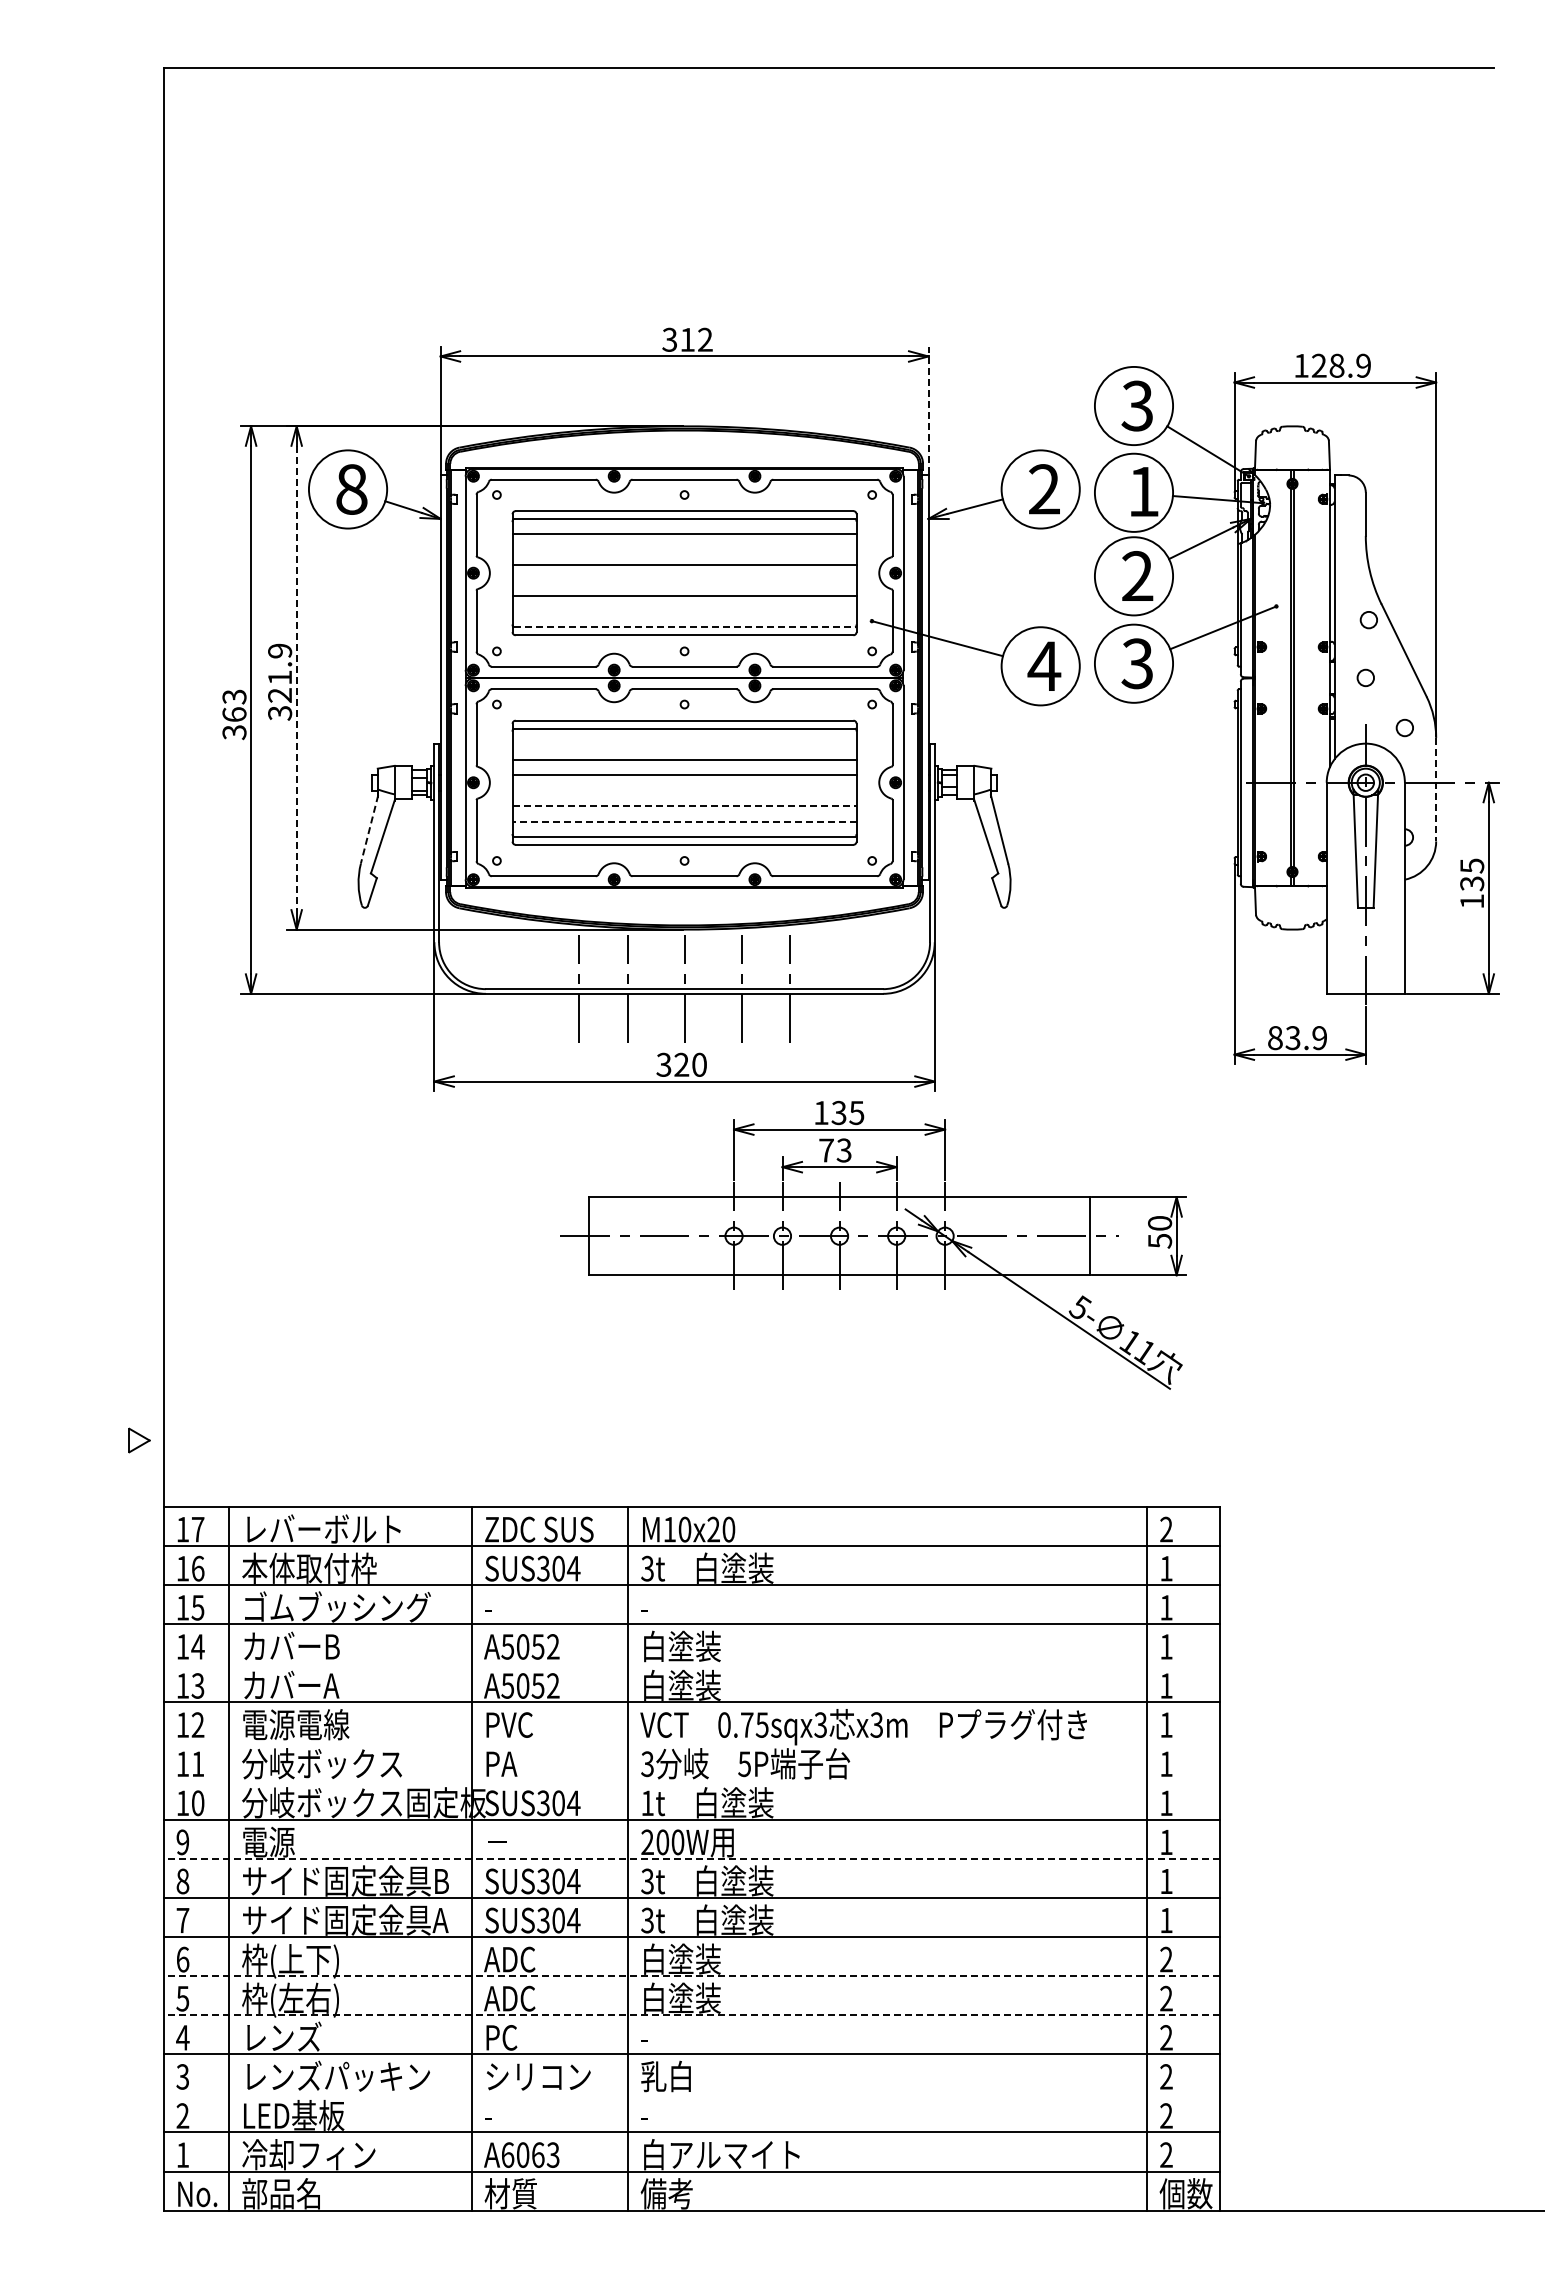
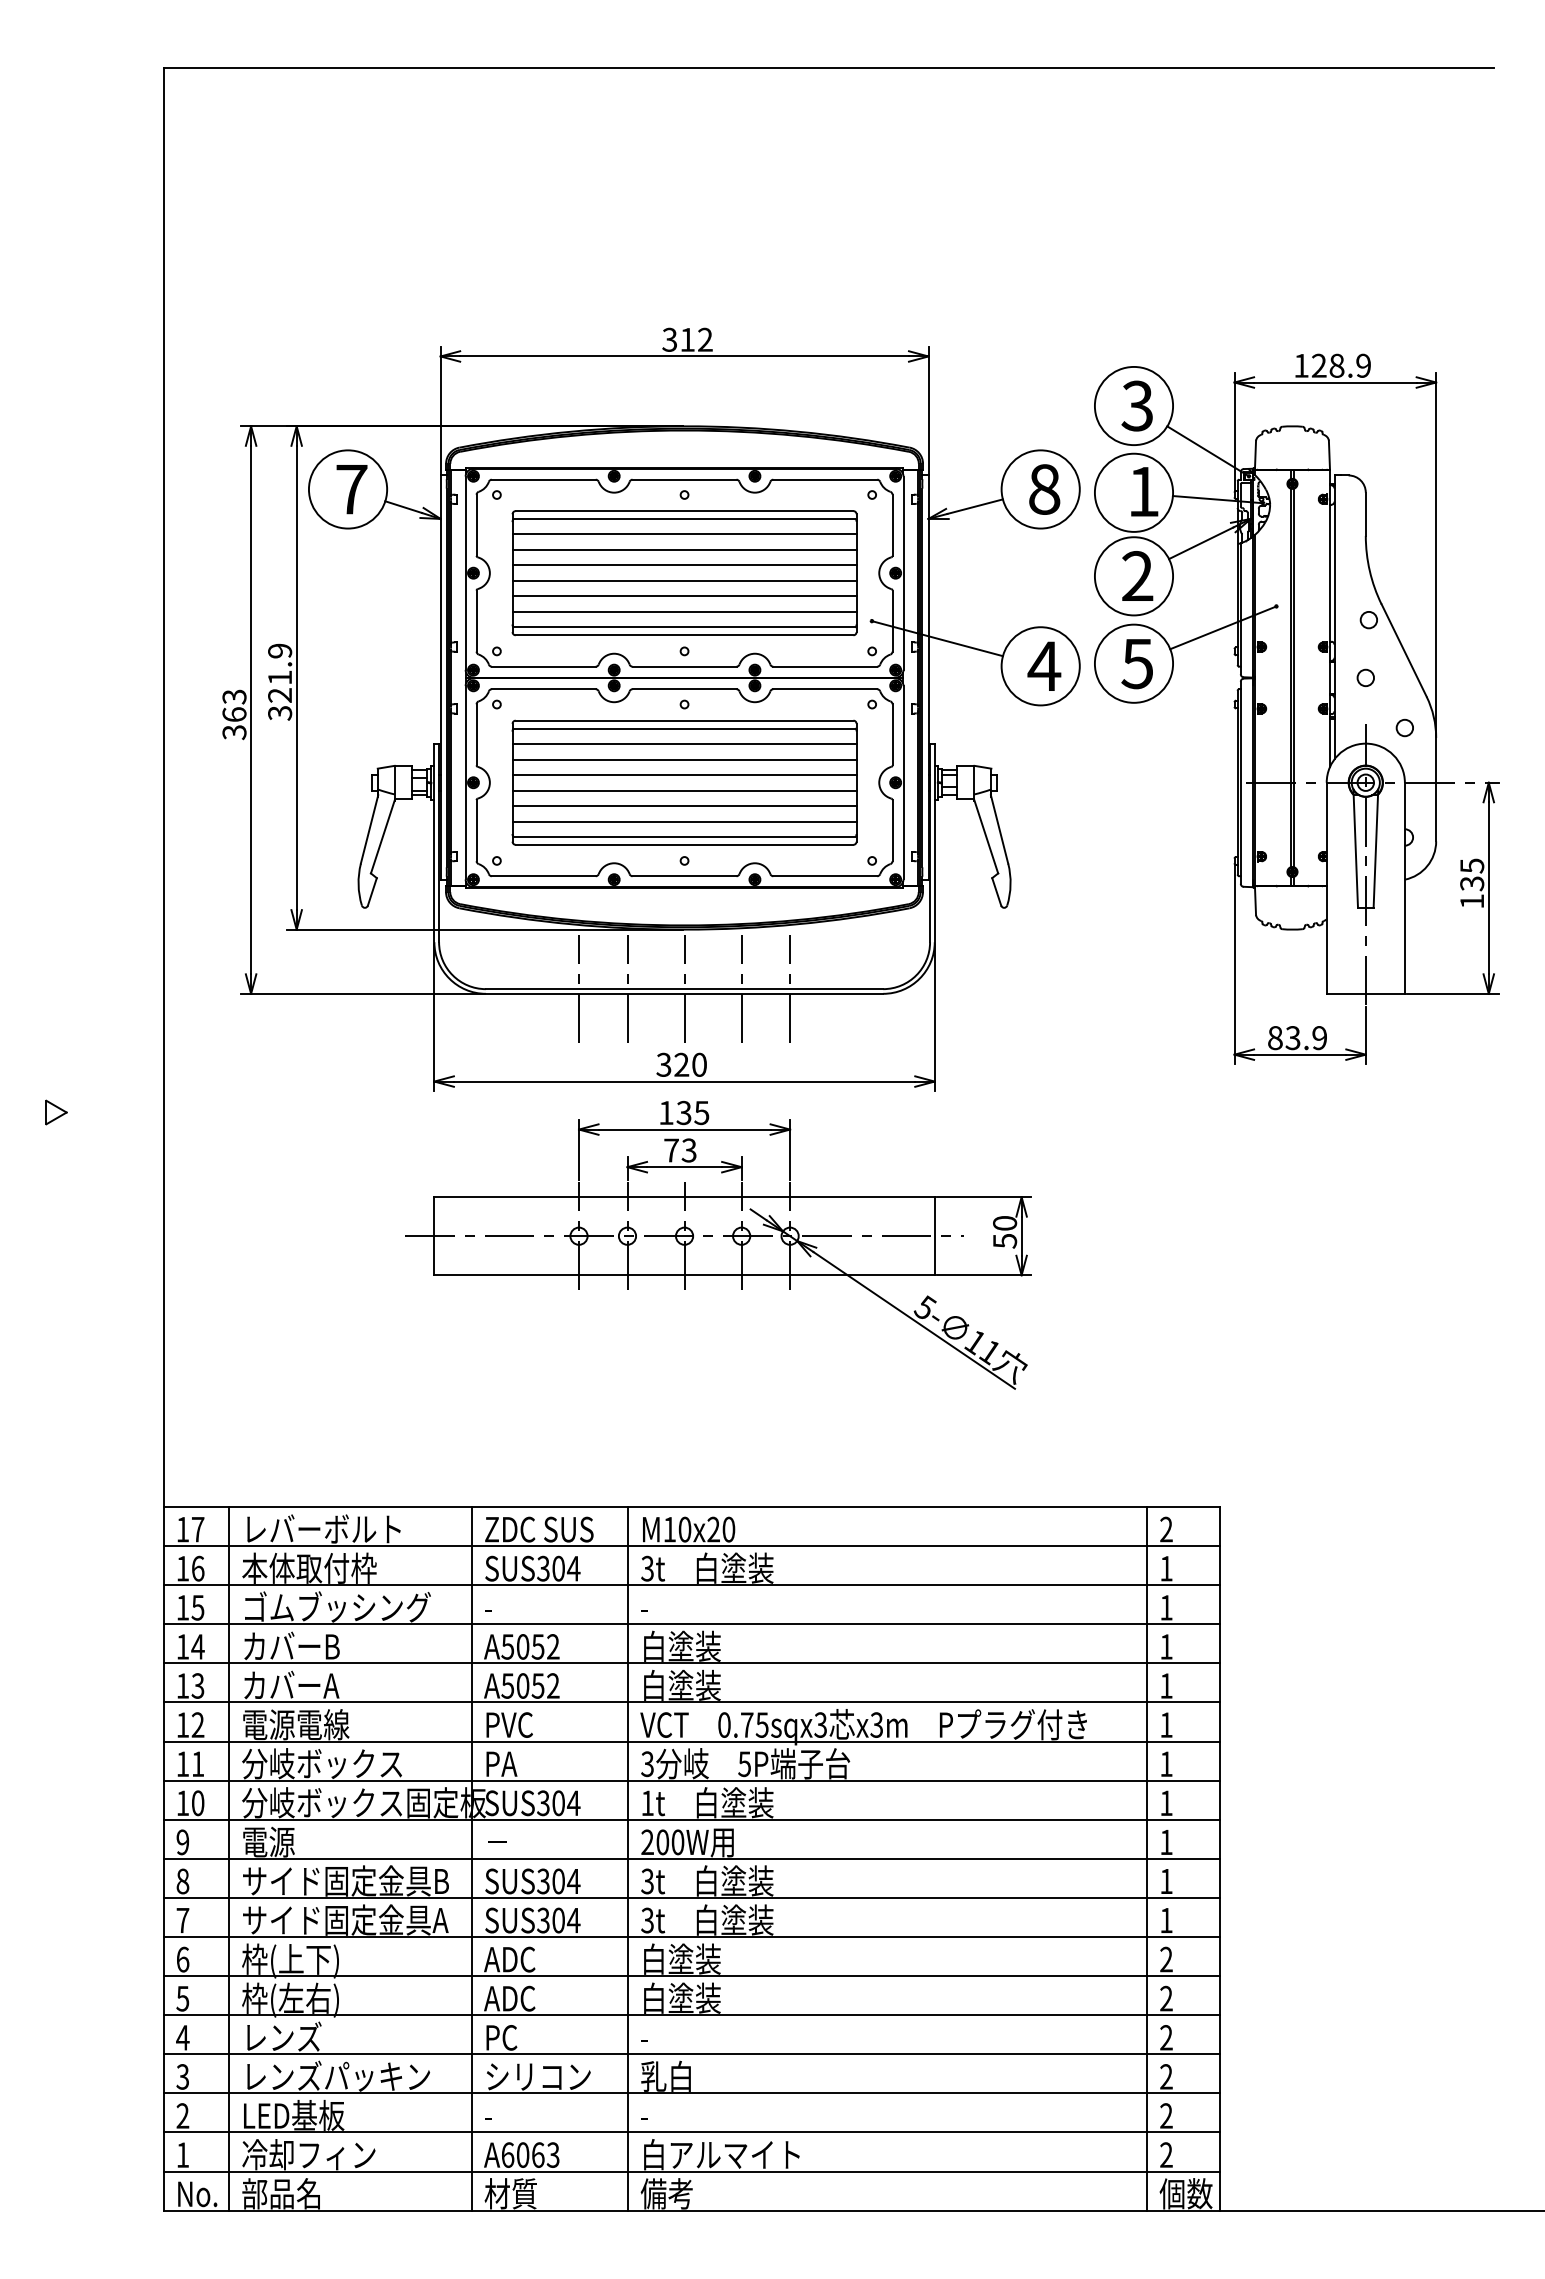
line at (928, 409): dashed -> solid
text at (351, 489): 8 -> 7
text at (1044, 489): 2 -> 8
line at (684, 550): none -> present
line at (684, 581): none -> present
line at (684, 611): none -> present
line at (685, 627): dashed -> solid
text at (1136, 663): 3 -> 5
line at (296, 678): dashed -> solid
line at (684, 743): none -> present
line at (1436, 789): dashed -> solid
line at (684, 790): none -> present
line at (685, 805): dashed -> solid
line at (684, 821): dashed -> solid
line at (369, 829): dashed -> solid
part at (873, 1244) position: (873, 1244) -> (718, 1244)
part at (139, 1440) position: (139, 1440) -> (56, 1112)
line at (691, 1663): none -> present
line at (691, 1741): none -> present
line at (691, 1780): none -> present
line at (691, 1858): dashed -> solid
line at (691, 1976): dashed -> solid
line at (691, 2015): dashed -> solid
line at (691, 2093): none -> present
